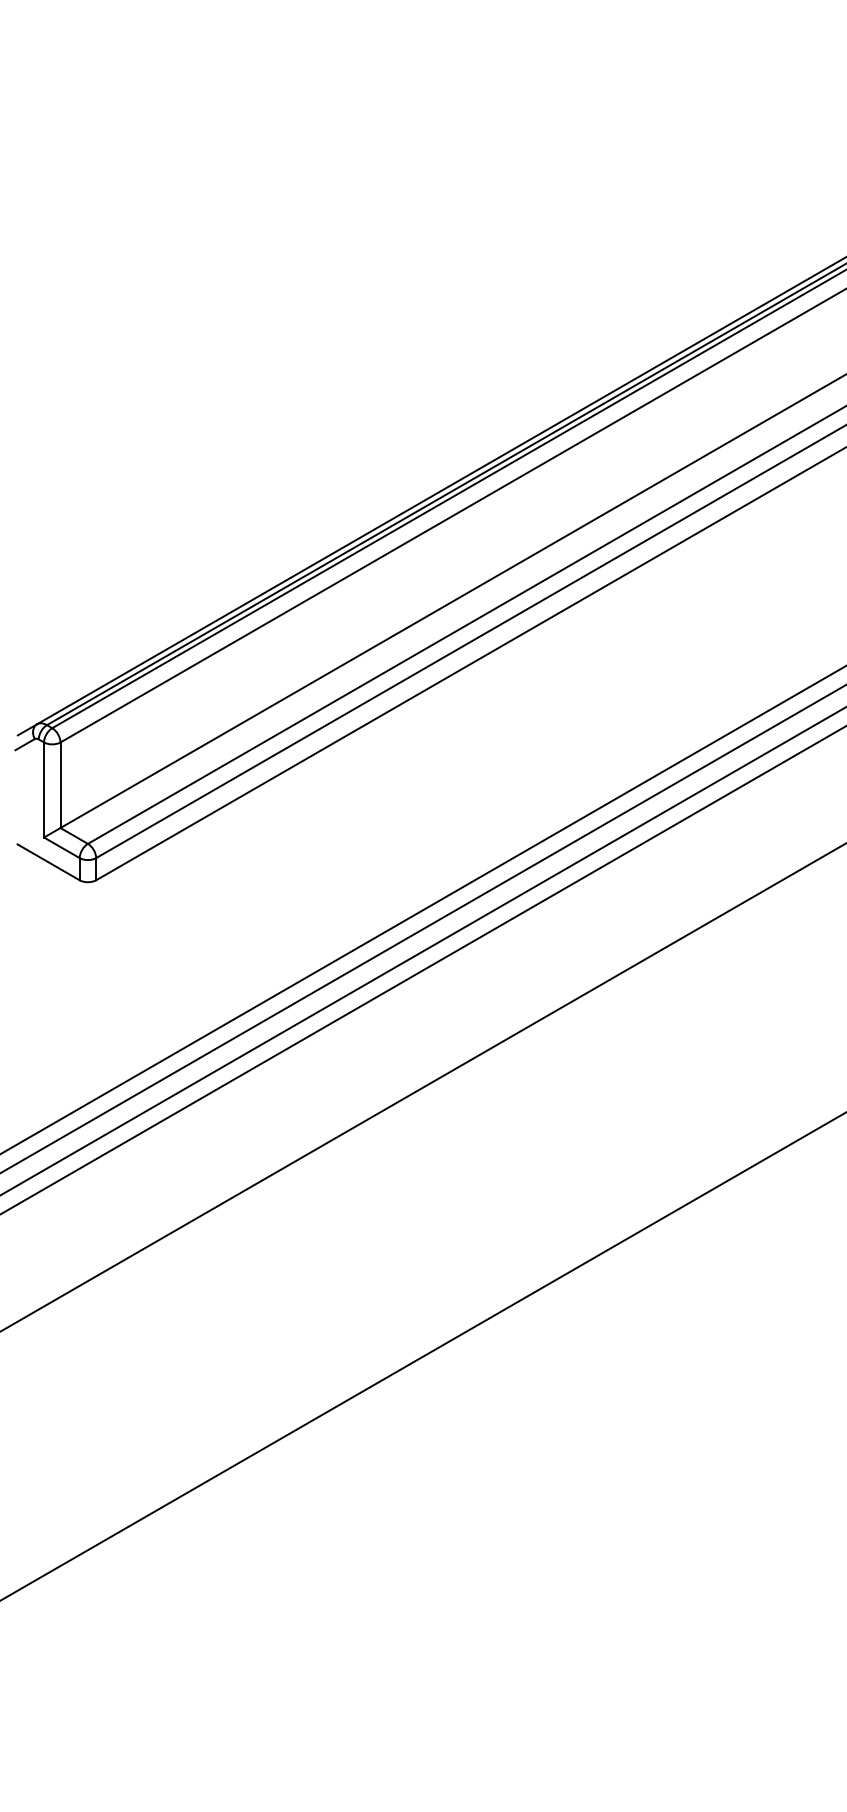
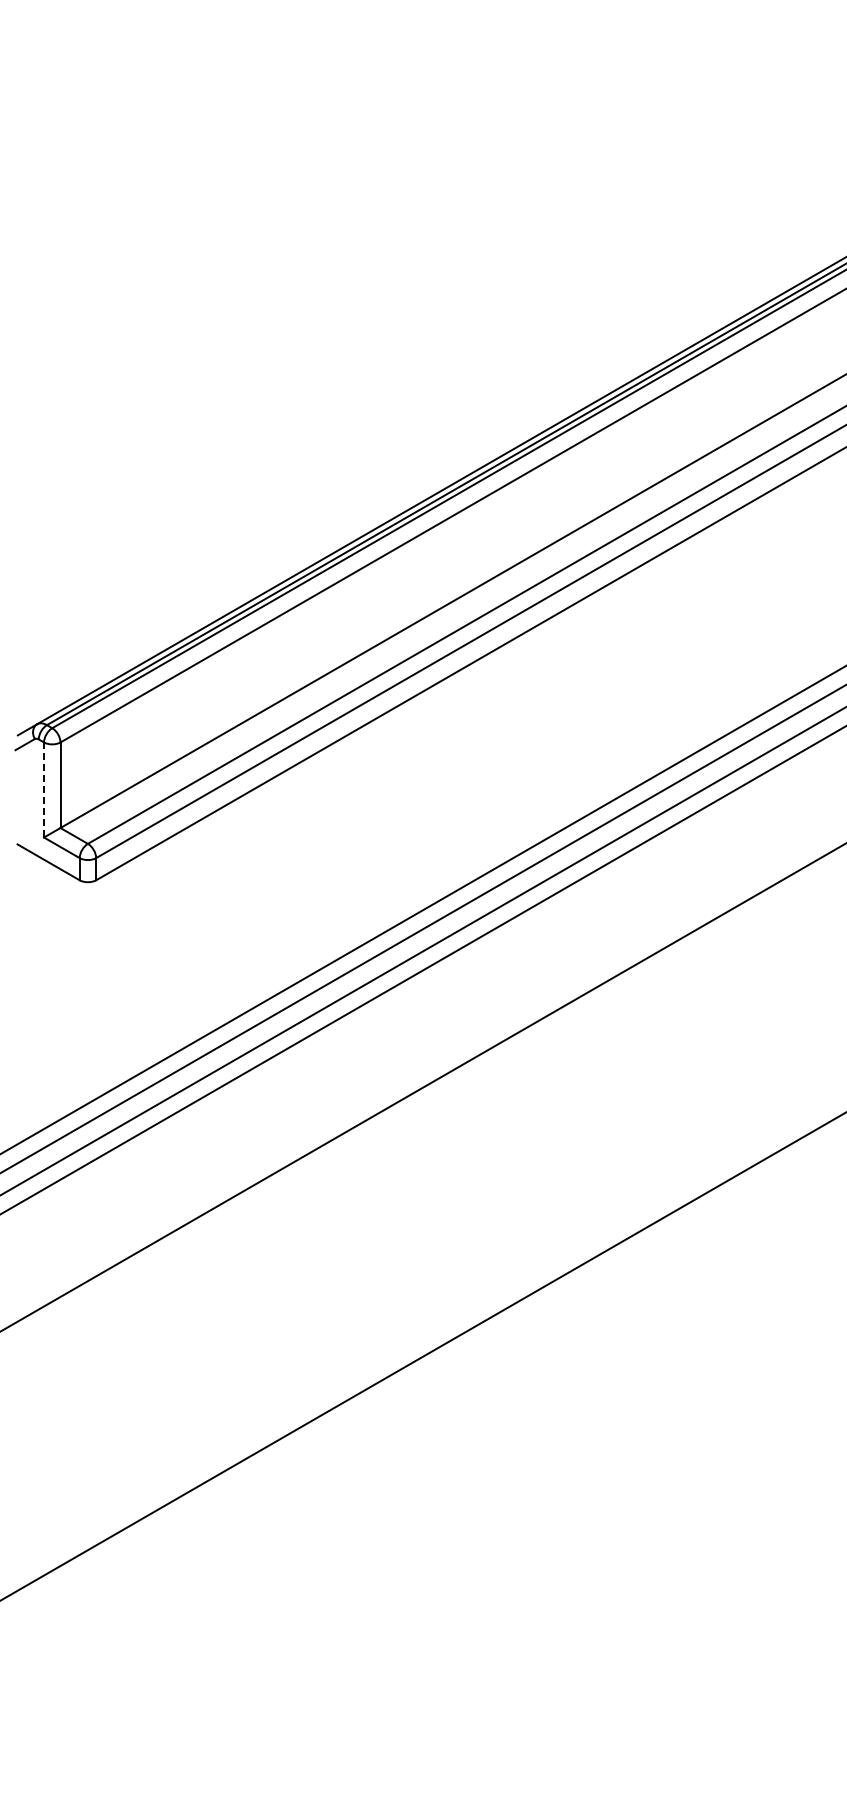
line at (44, 790): solid -> dashed
